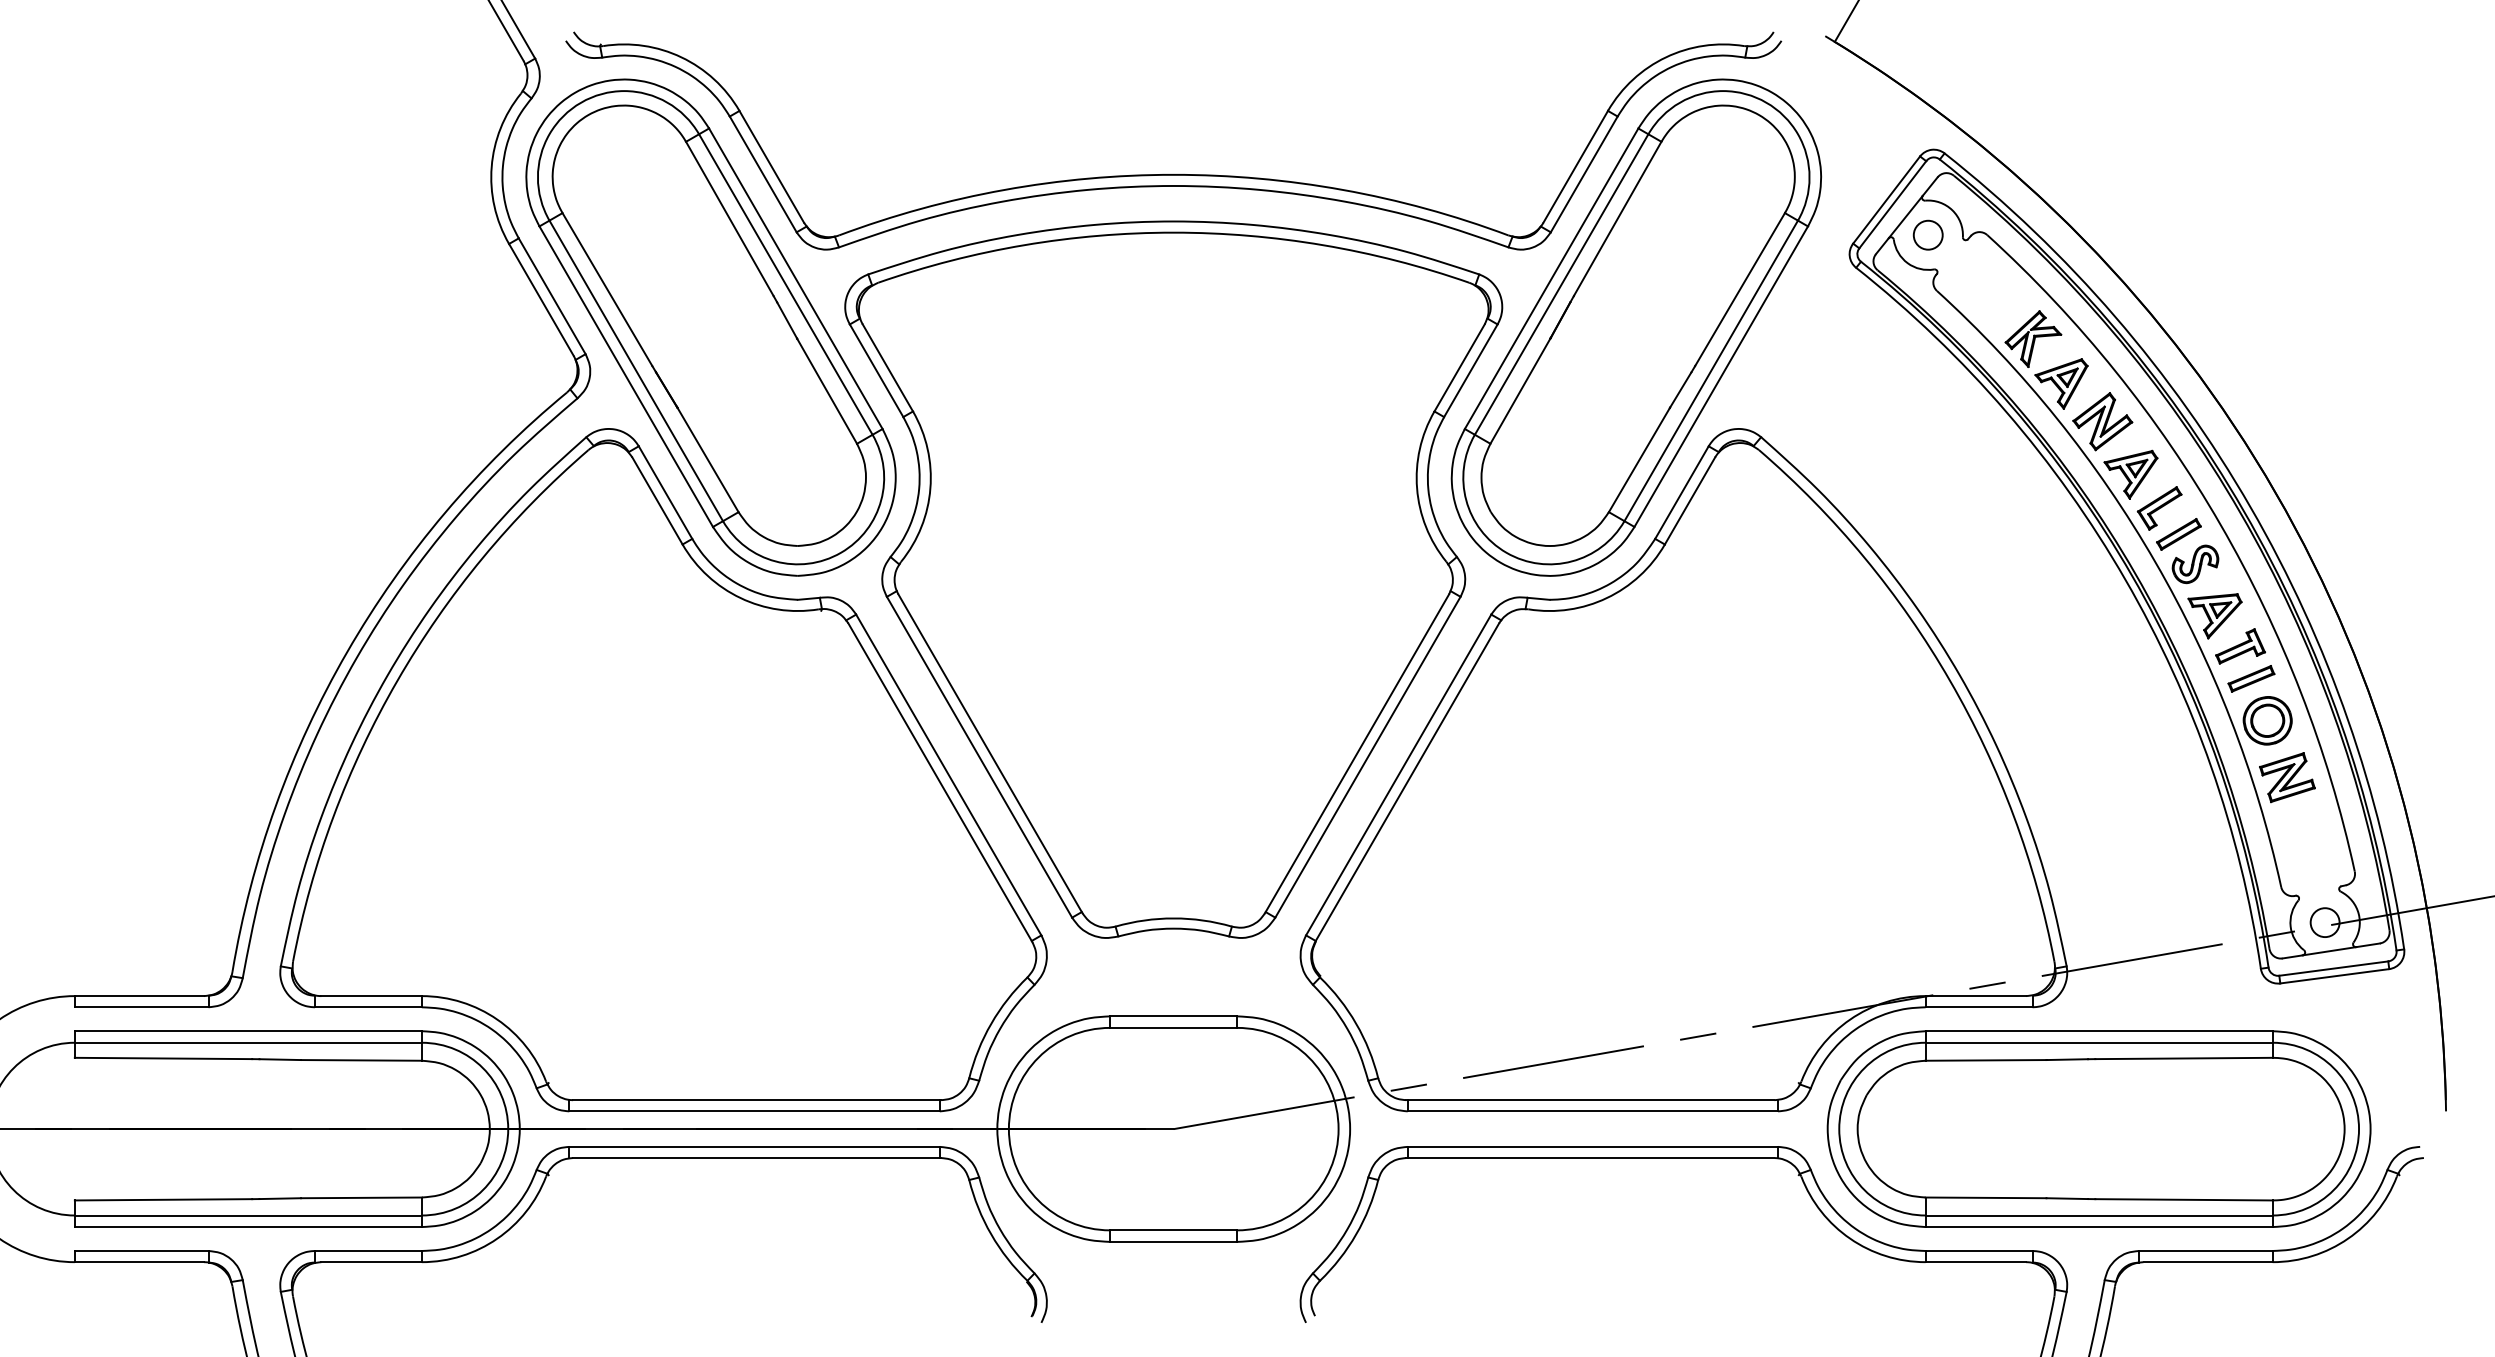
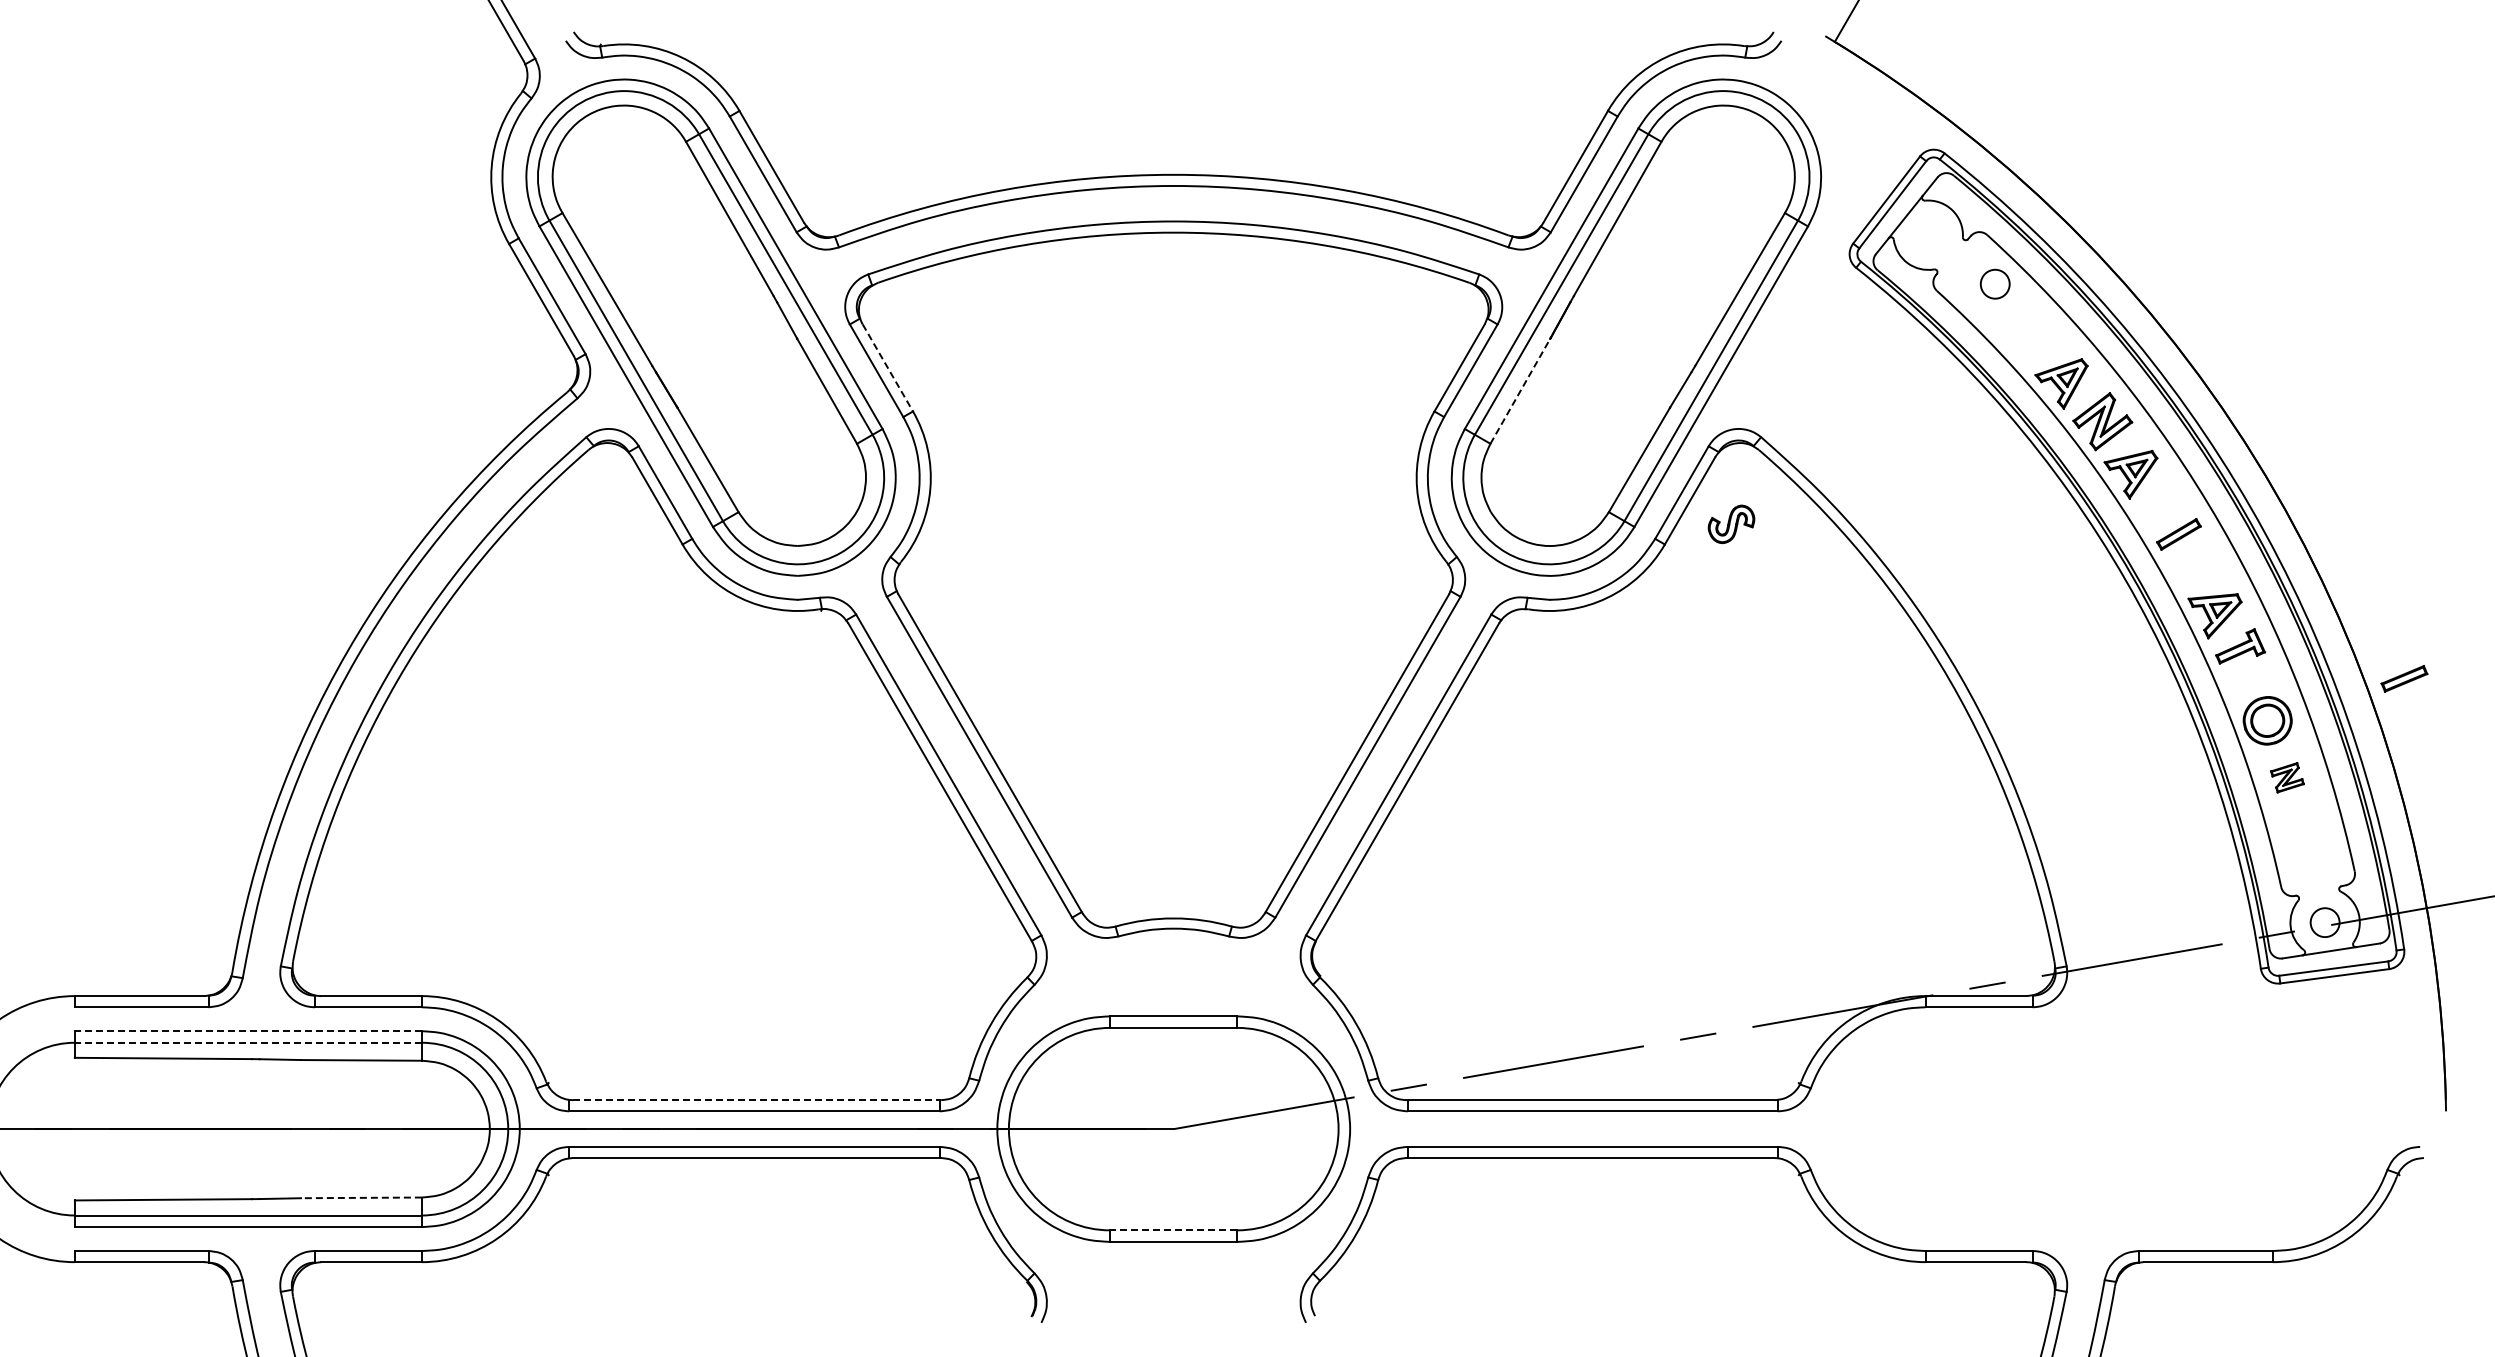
circle at (1927, 234) position: (1927, 234) -> (1994, 283)
part at (2033, 338): present -> none
line at (888, 368): solid -> dashed
line at (1520, 390): solid -> dashed
part at (2159, 508): present -> none
part at (2195, 564) position: (2195, 564) -> (1731, 524)
part at (2251, 678) position: (2251, 678) -> (2404, 678)
part at (2287, 777) size: 57x52 px -> 35x32 px
line at (248, 1031): solid -> dashed
line at (248, 1042): solid -> dashed
line at (757, 1100): solid -> dashed
part at (2098, 1128): present -> none
line at (360, 1197): solid -> dashed
line at (1173, 1230): solid -> dashed
